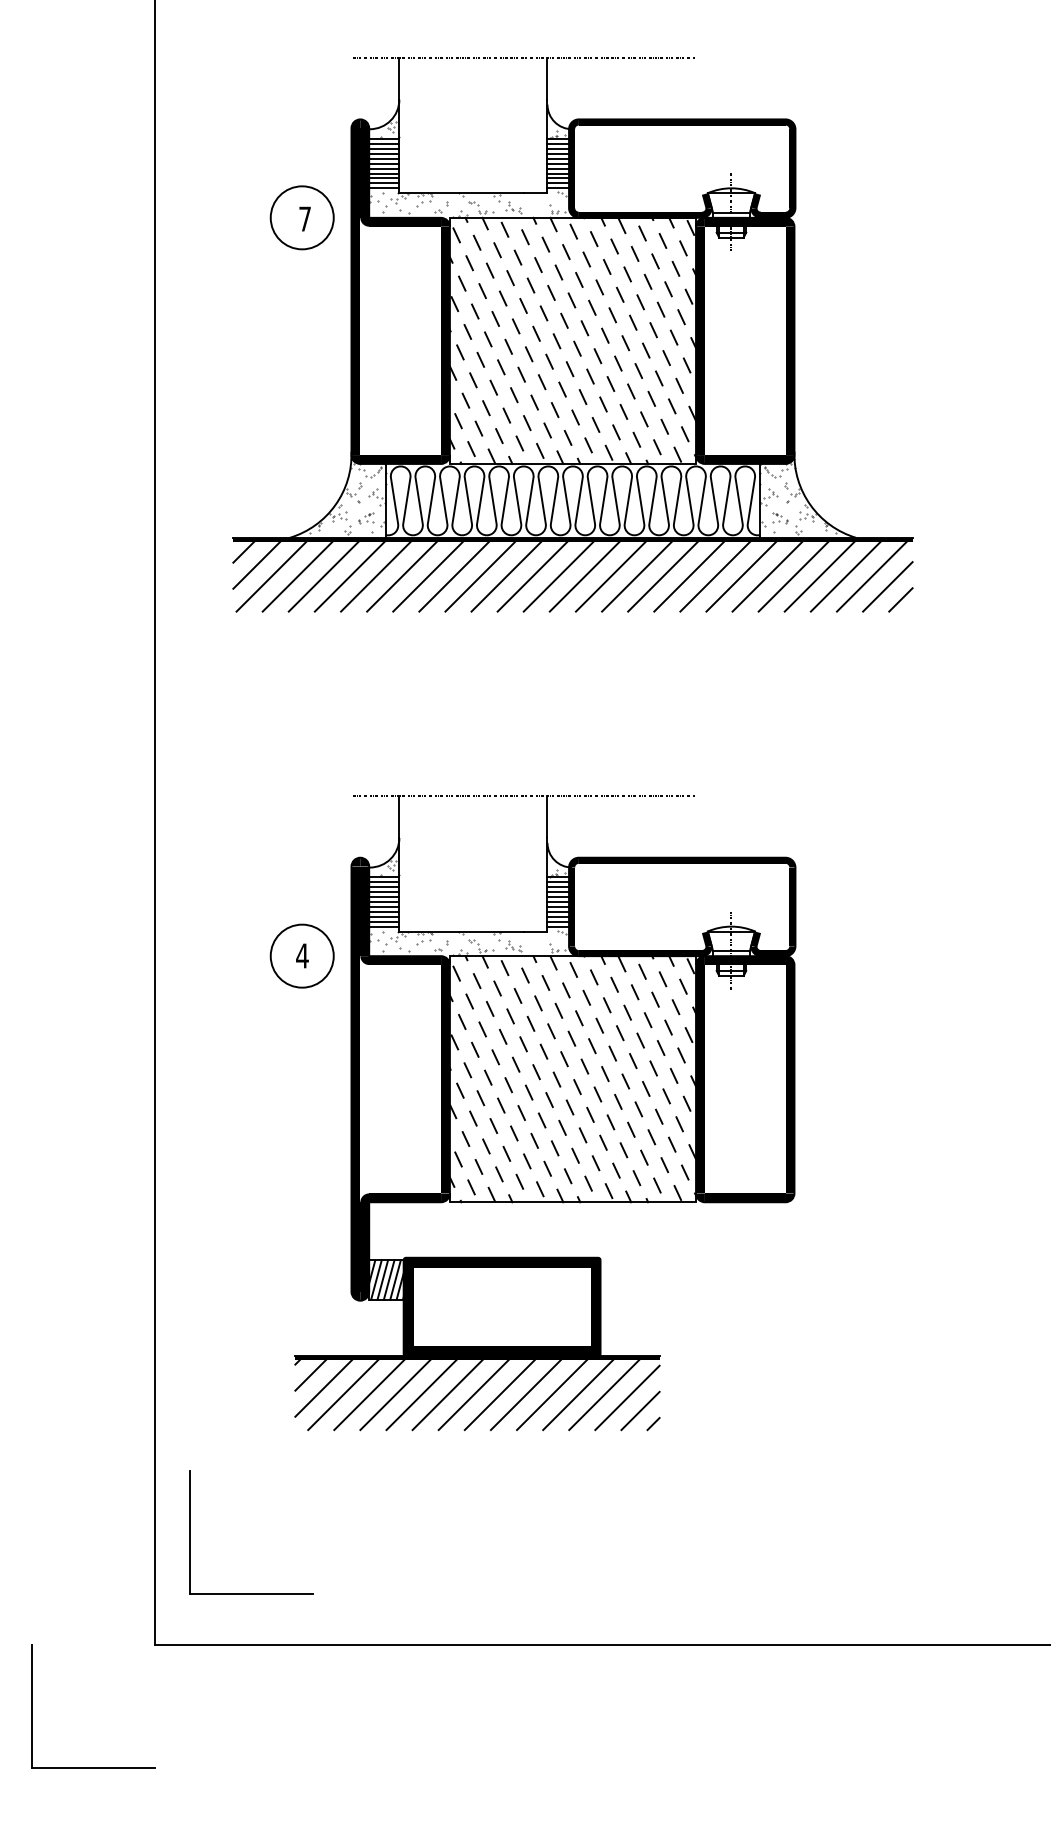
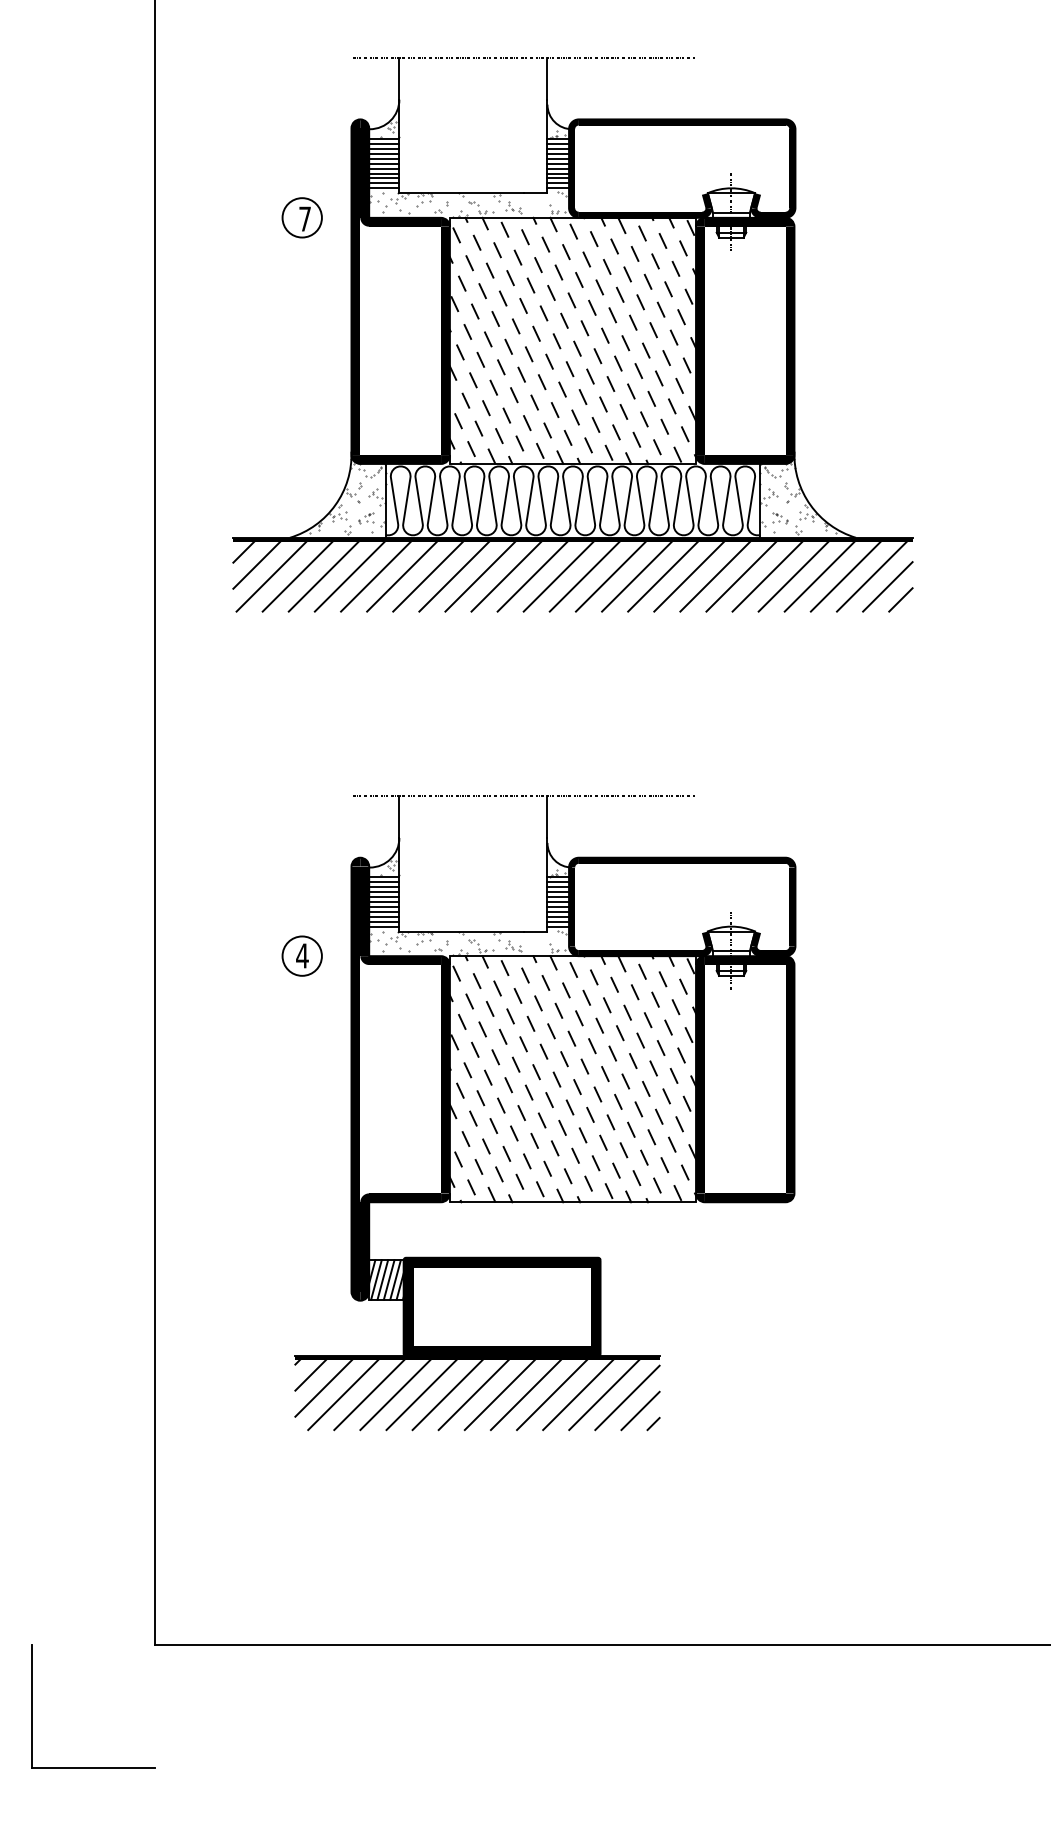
circle at (301, 217) diameter: 63 px -> 39 px
circle at (301, 955) diameter: 63 px -> 39 px
part at (190, 1532): present -> none
